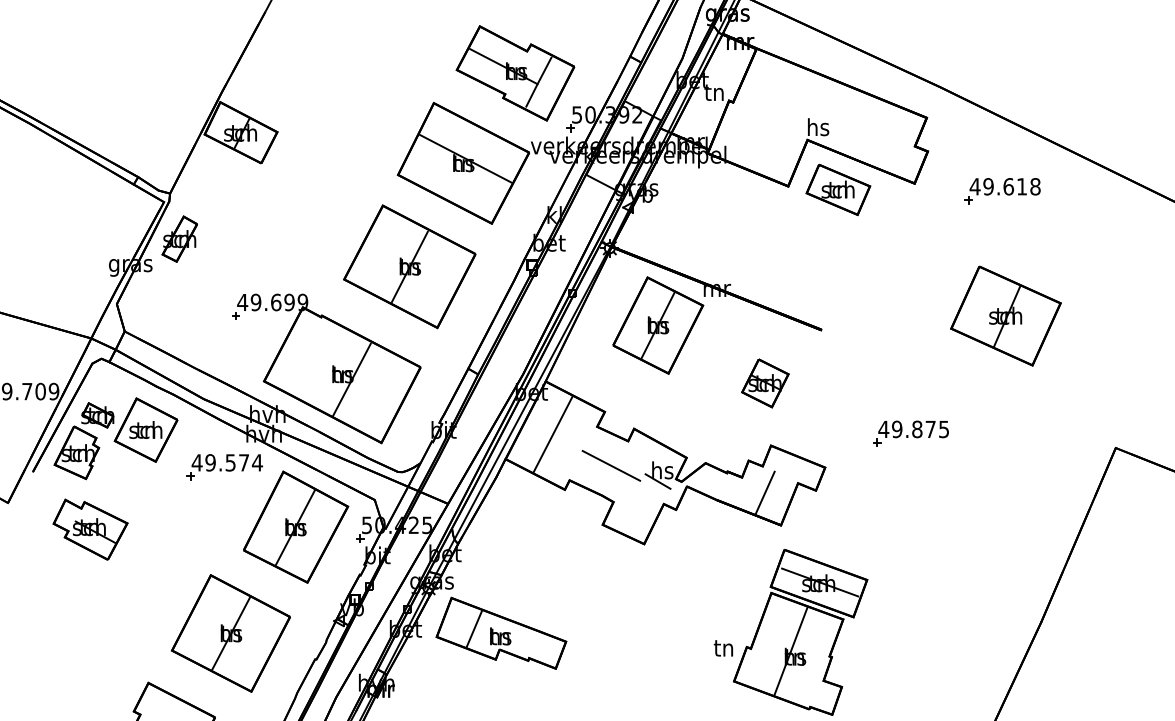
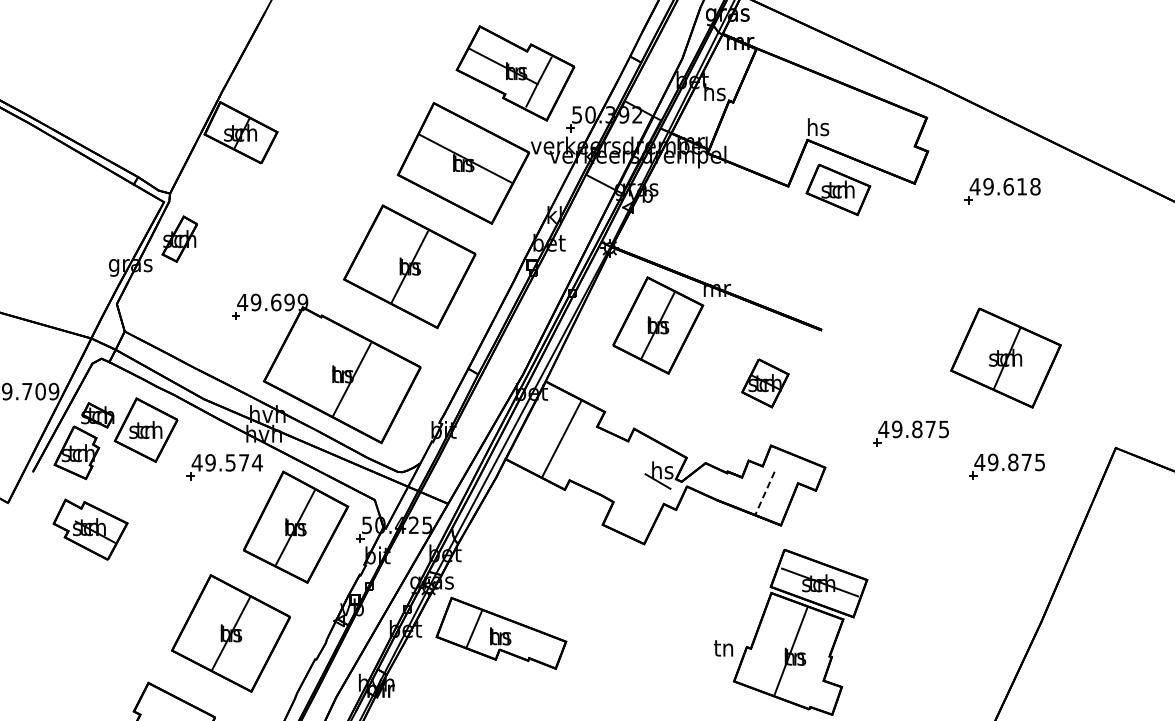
text at (714, 92): tn -> hs
part at (1005, 315) position: (1005, 315) -> (1005, 357)
line at (552, 434) position: (552, 434) -> (561, 438)
line at (611, 465): present -> none
part at (1006, 466): none -> present
line at (764, 493): solid -> dashed
